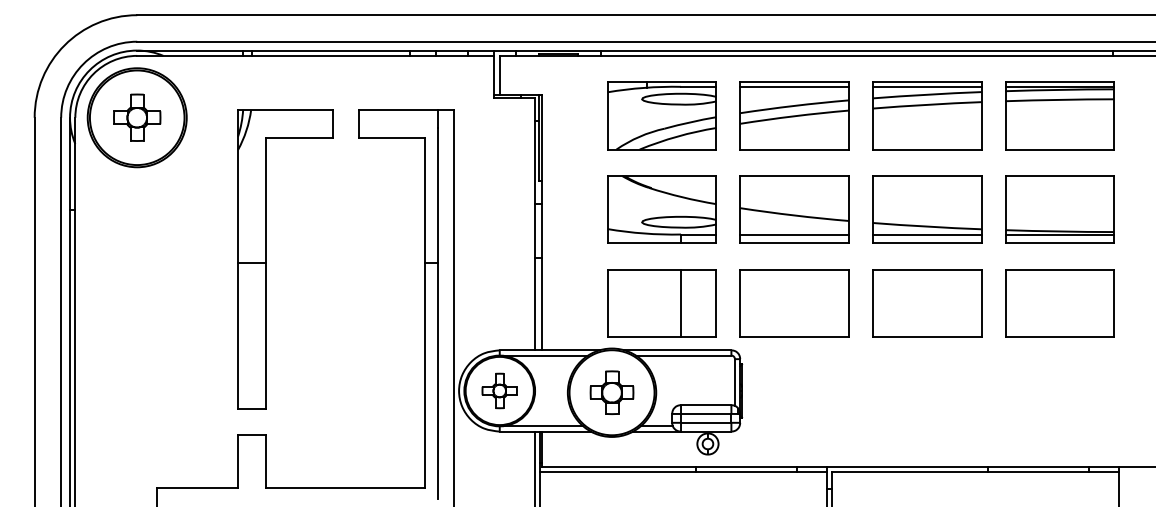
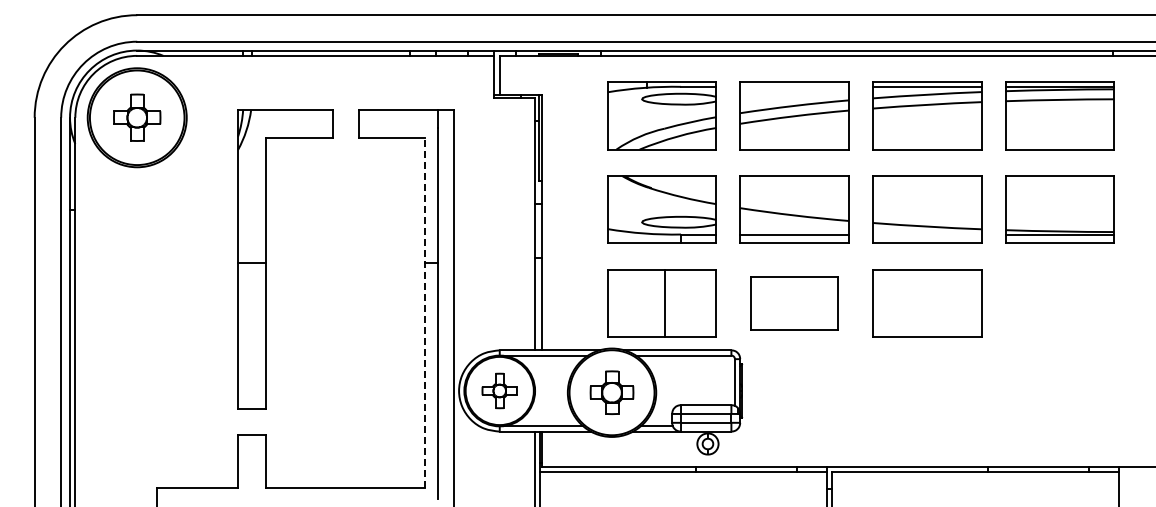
line at (794, 86): present -> none
line at (926, 234): present -> none
line at (681, 303) position: (681, 303) -> (665, 303)
part at (794, 303) size: 111x69 px -> 89x55 px
part at (1059, 303): present -> none
line at (425, 312): solid -> dashed
